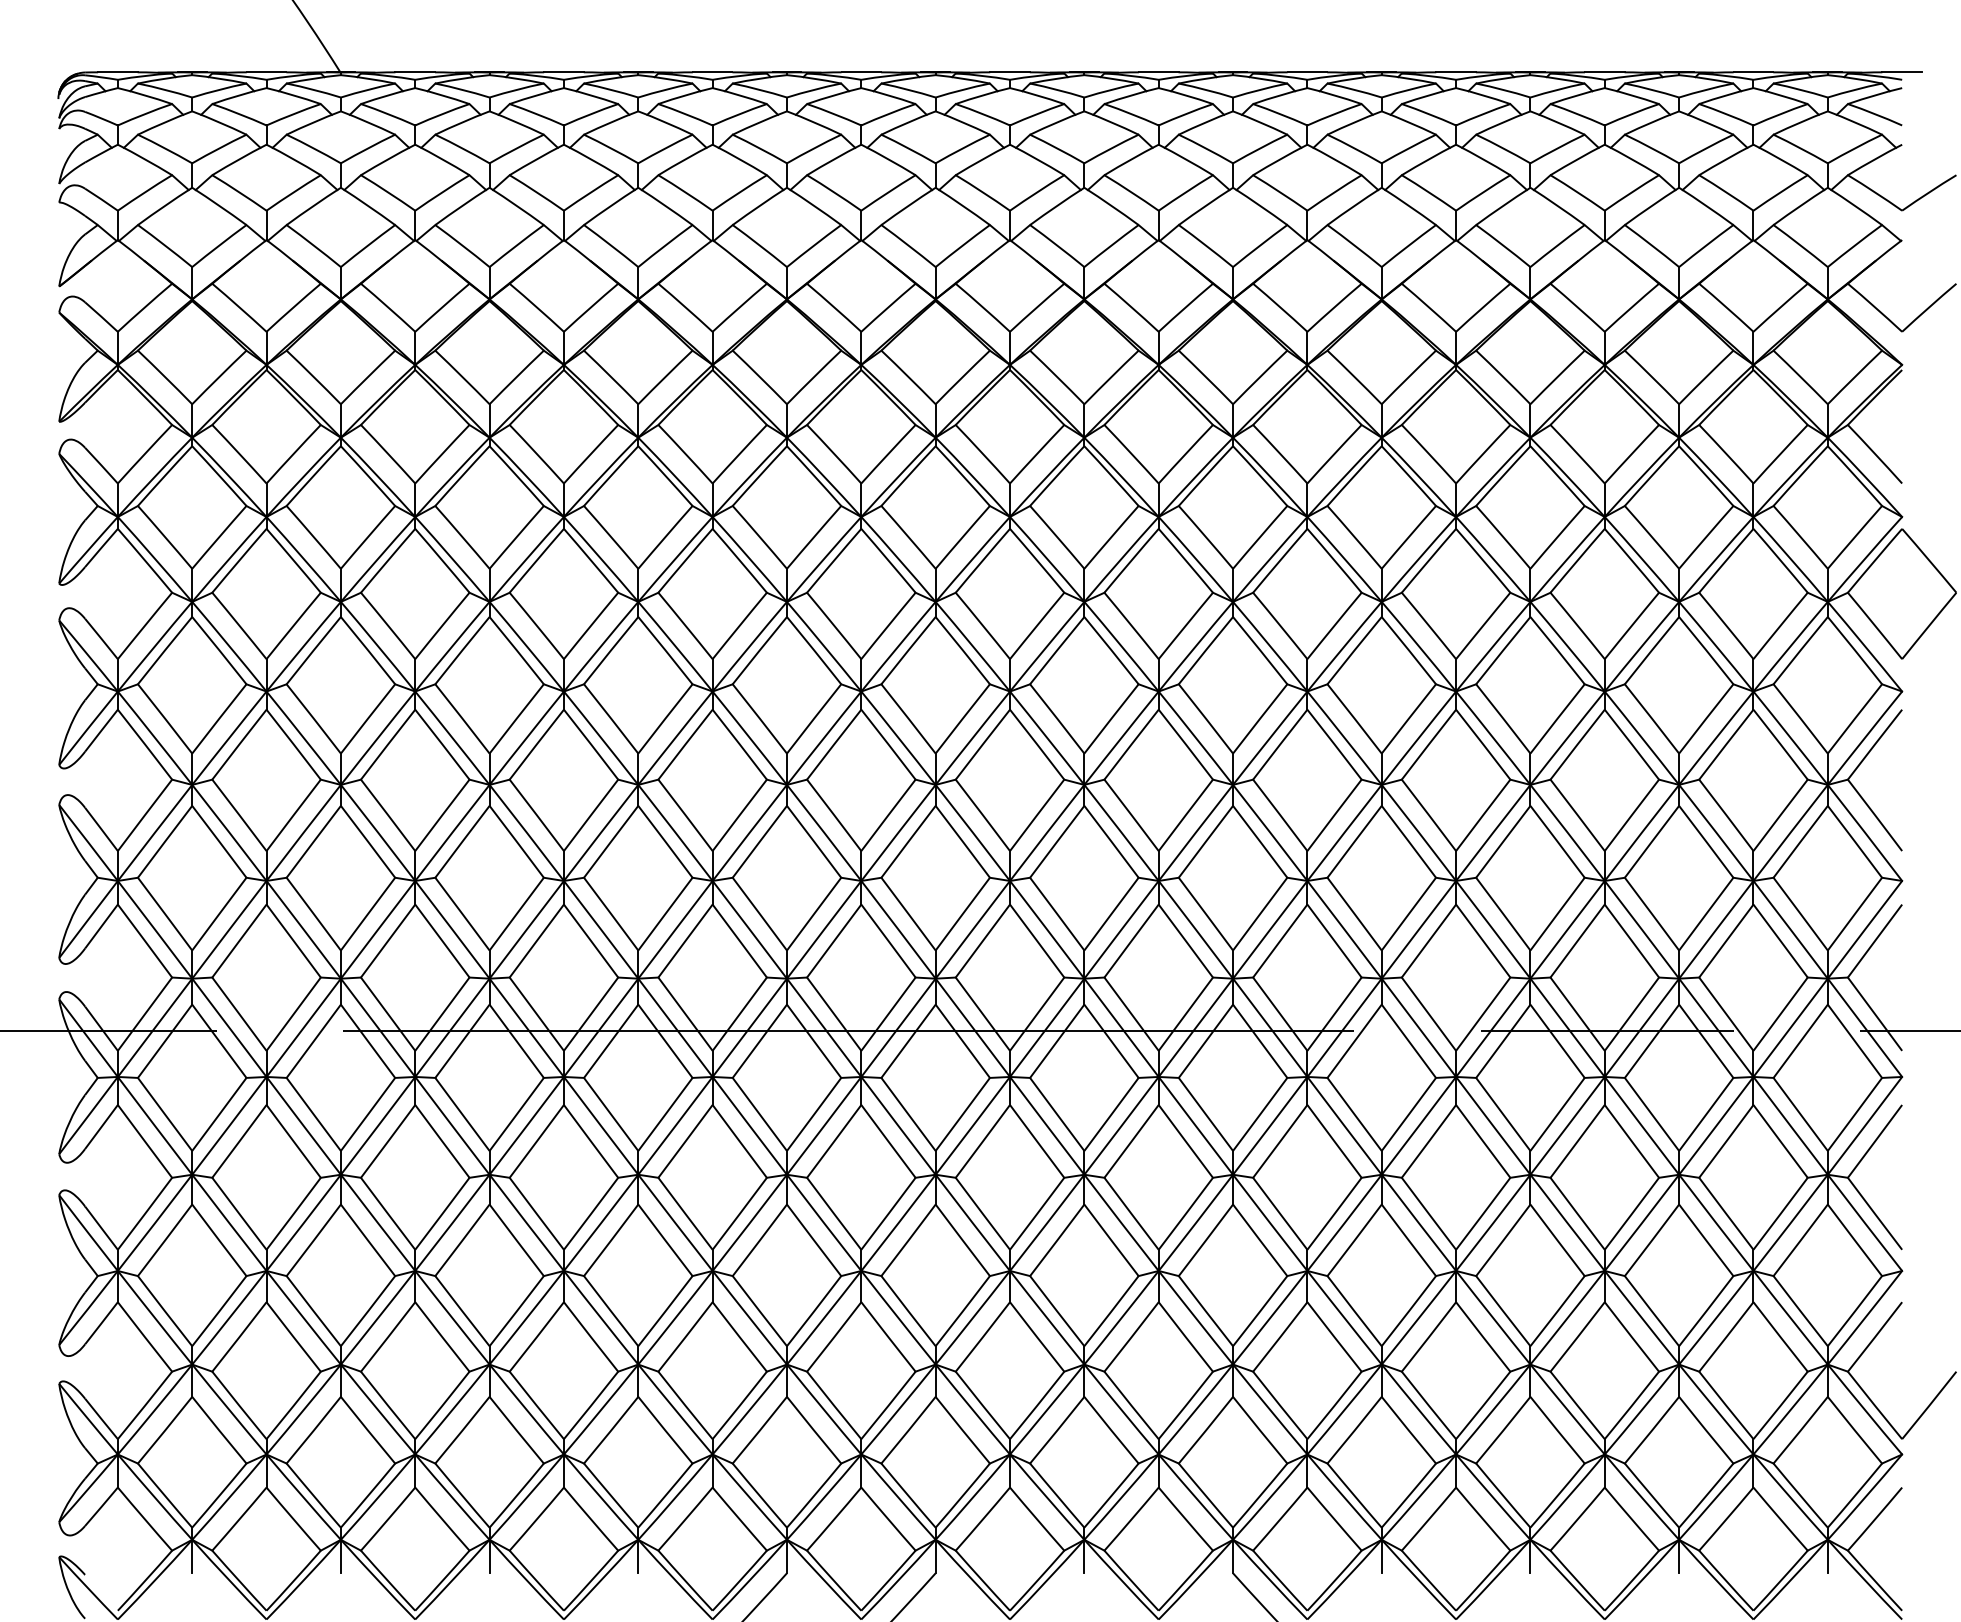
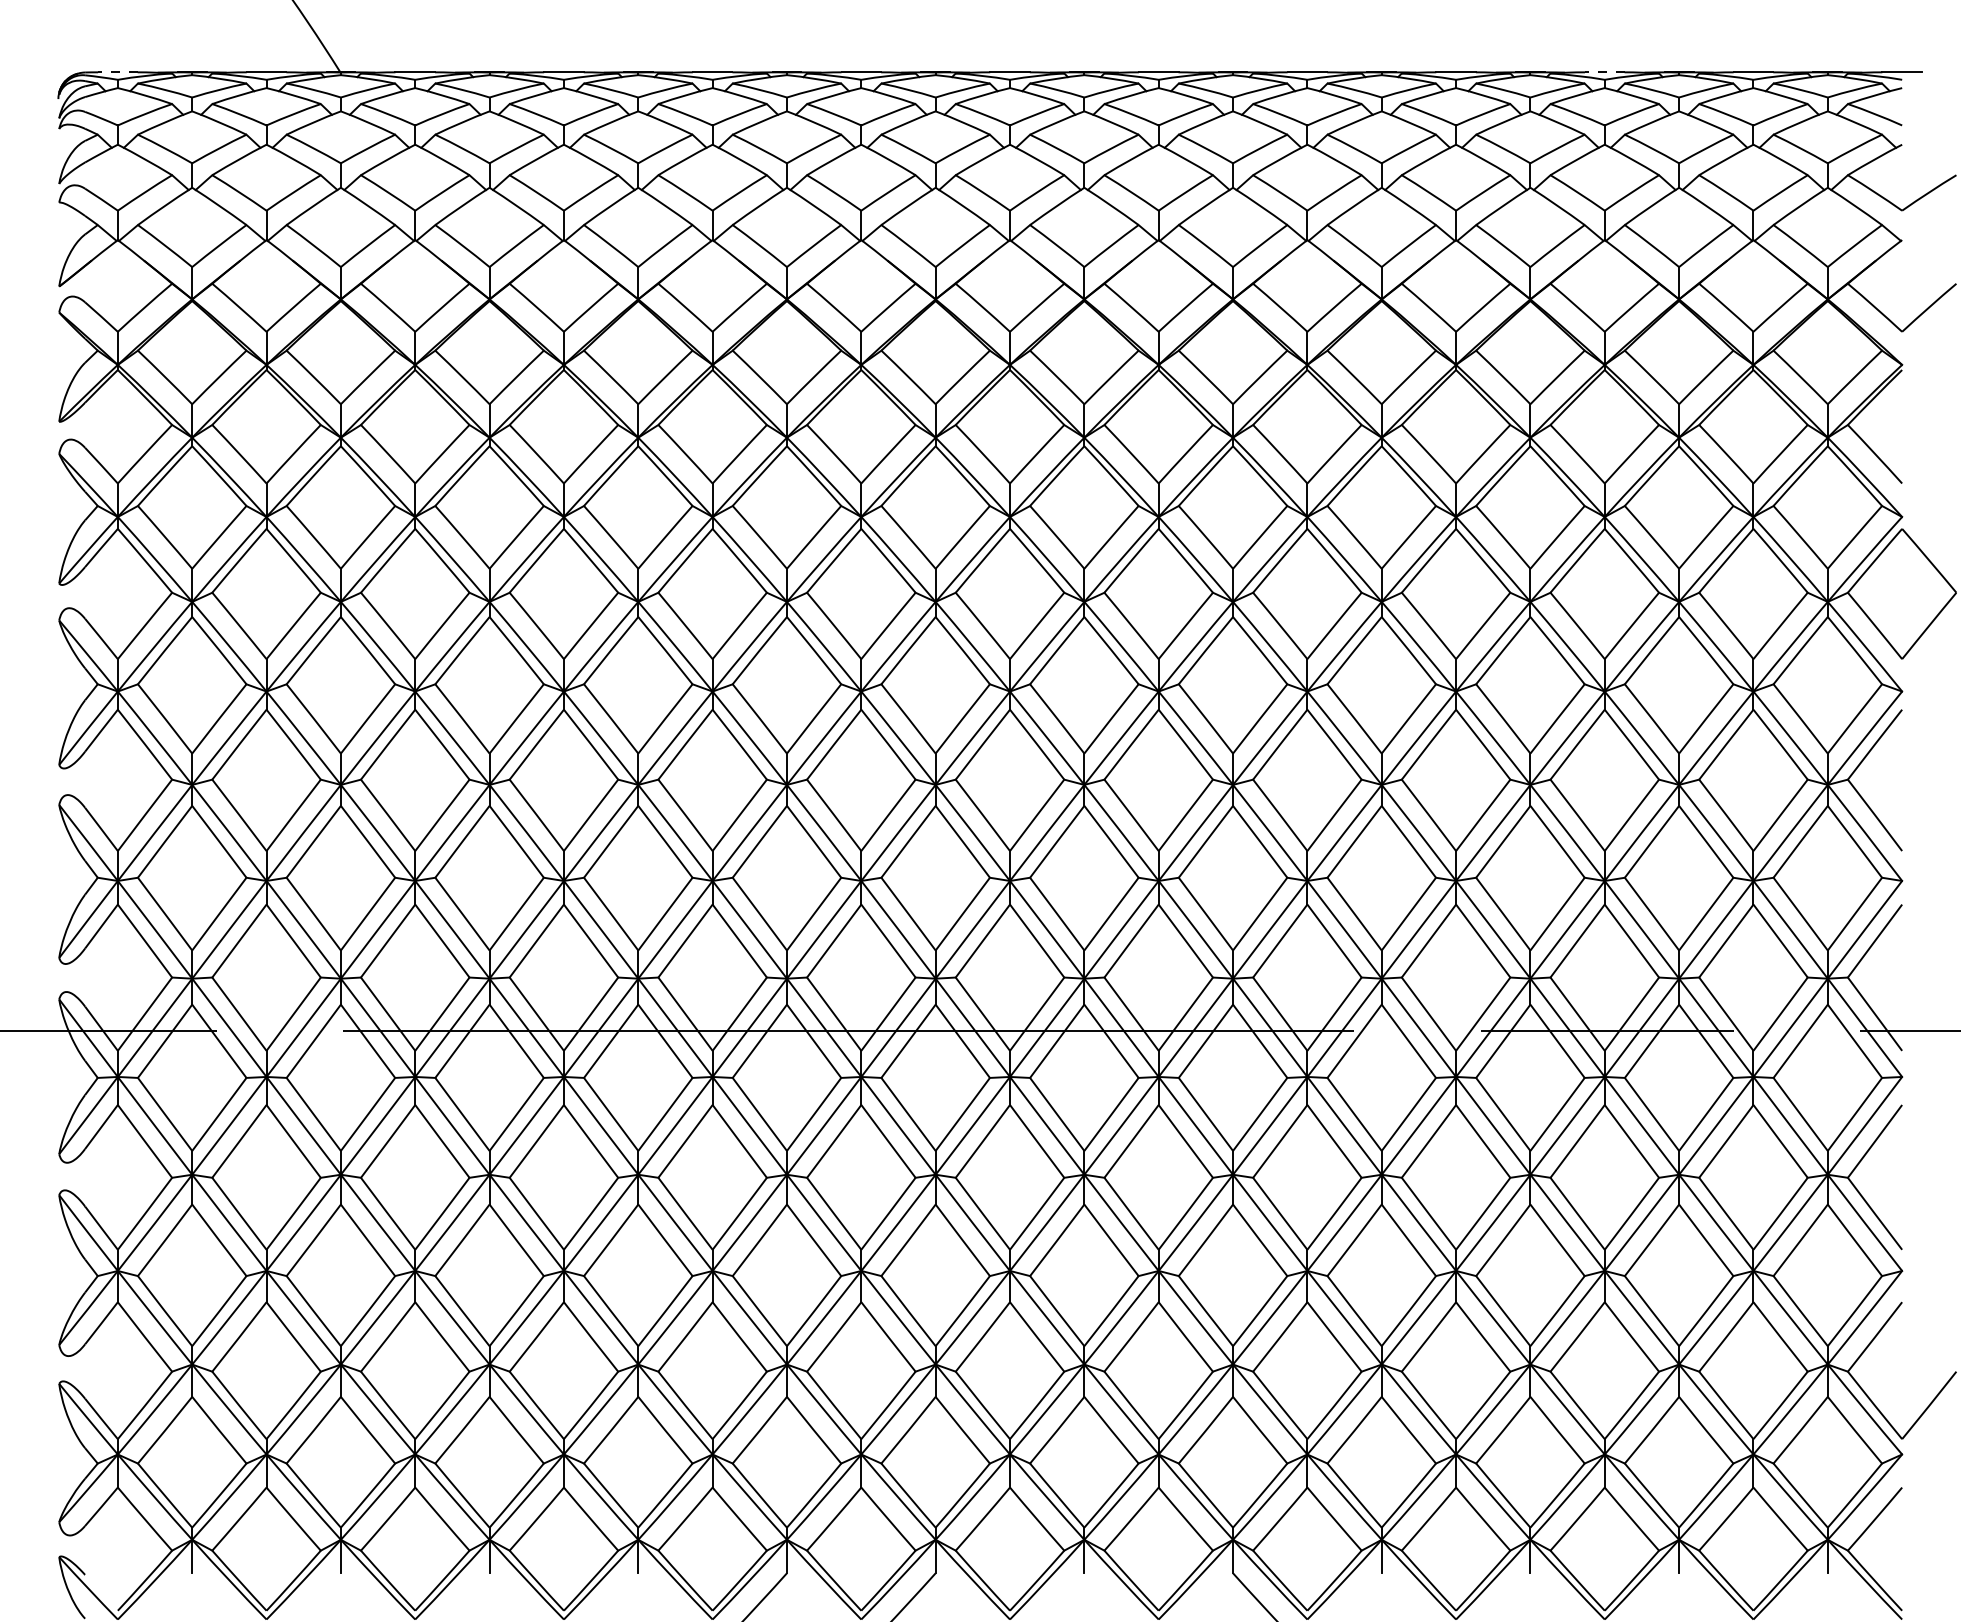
line at (117, 72): solid -> dashed
line at (1604, 72): solid -> dashed
